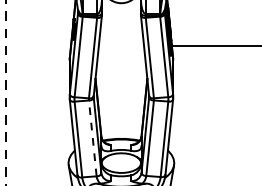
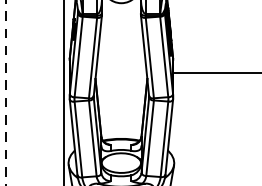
line at (215, 45) position: (215, 45) -> (215, 72)
line at (63, 92): none -> present
line at (92, 137): dashed -> solid
